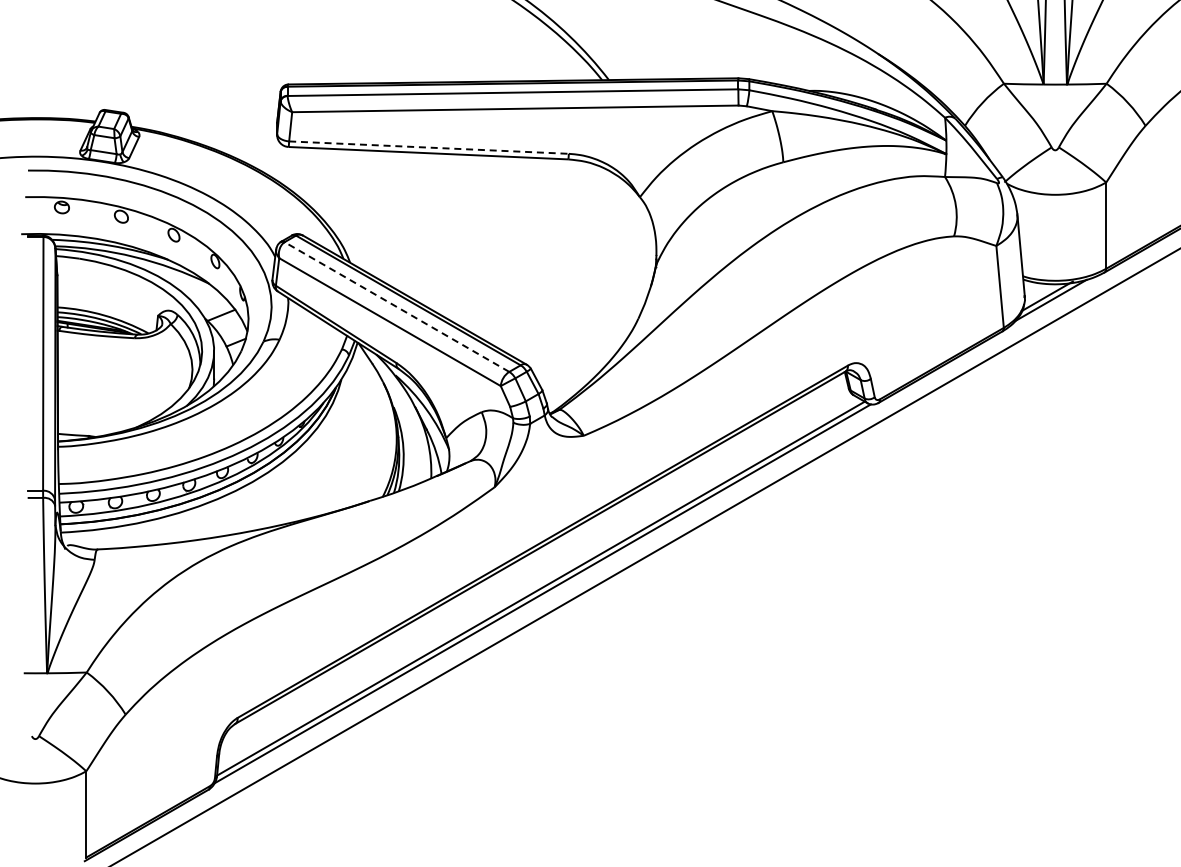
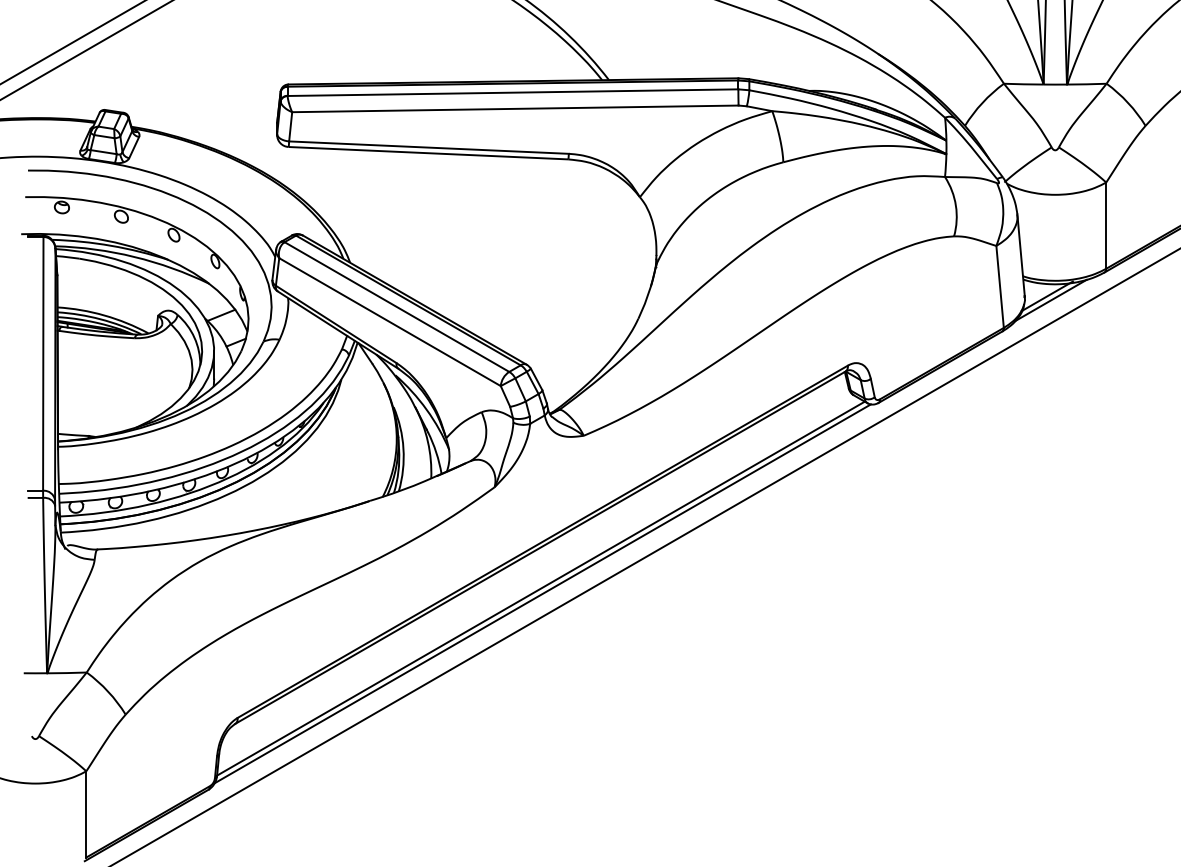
line at (72, 42): none -> present
line at (85, 50): none -> present
line at (429, 147): dashed -> solid
line at (396, 307): dashed -> solid
